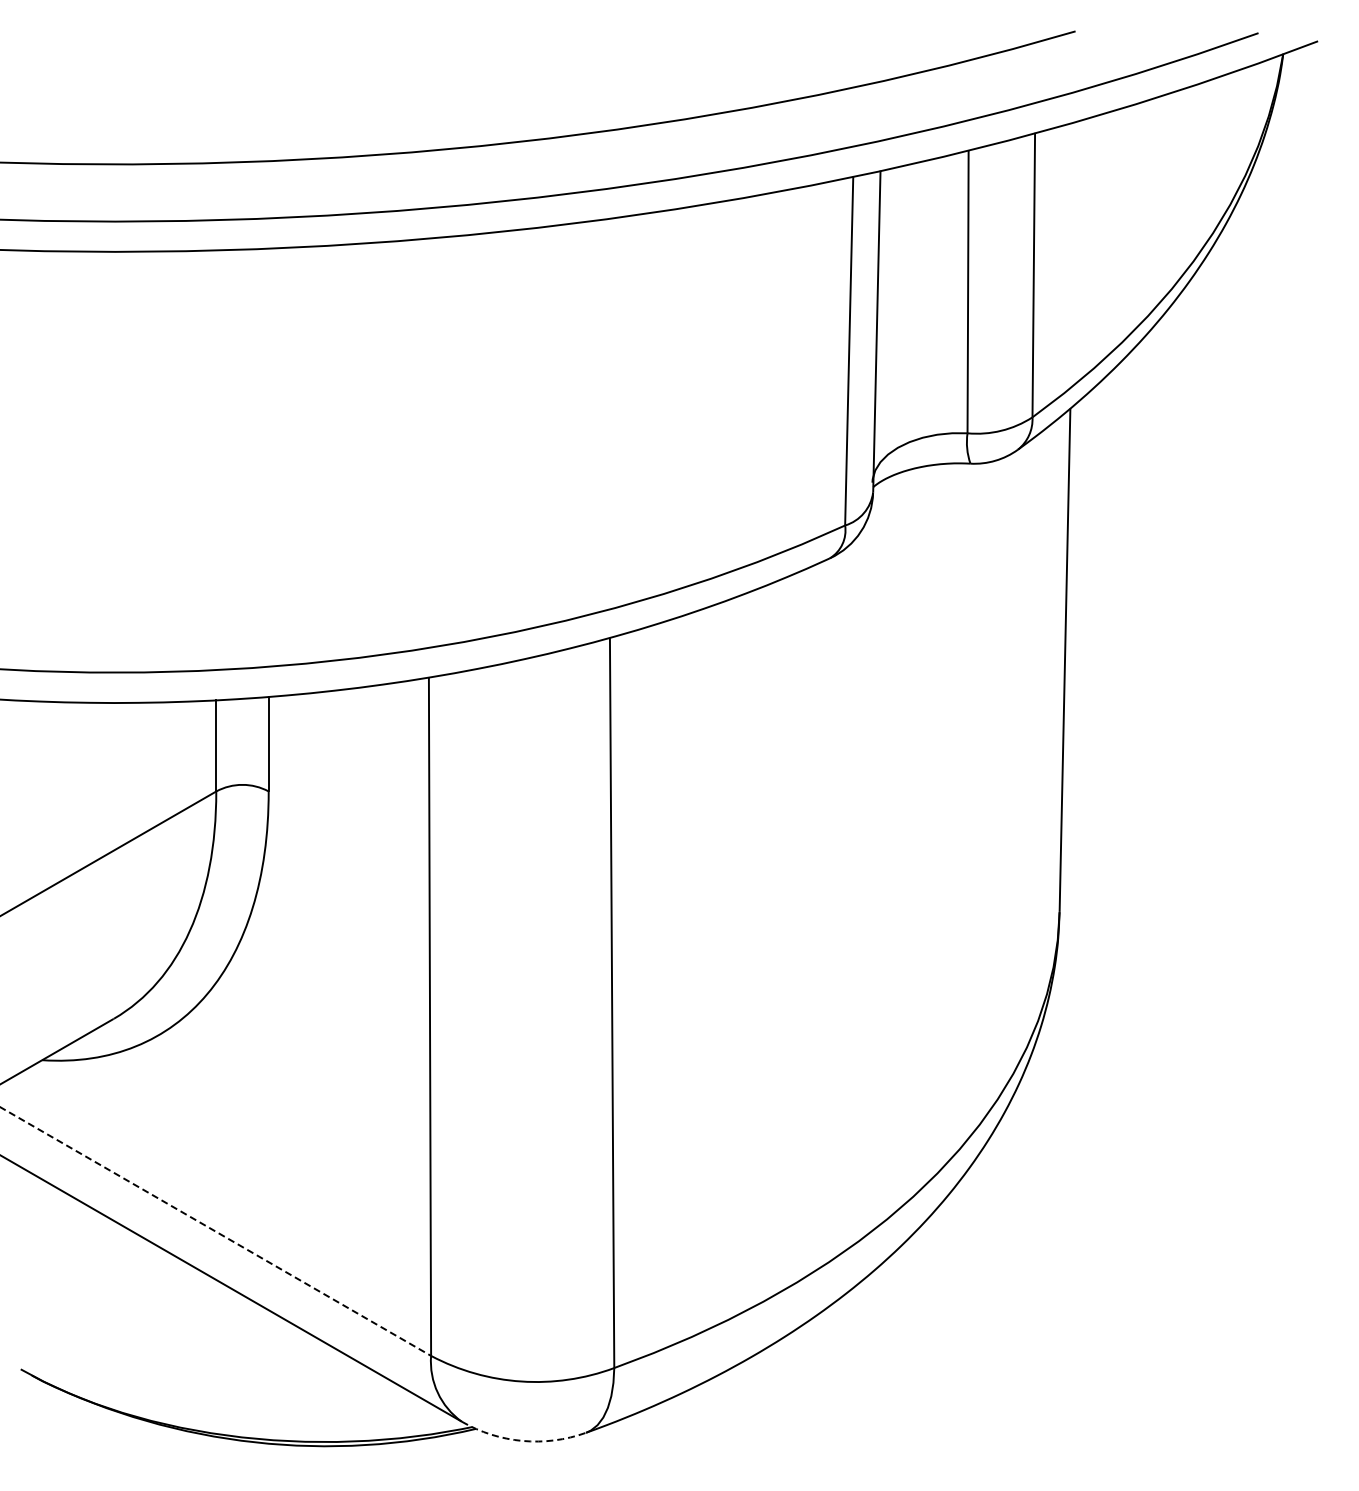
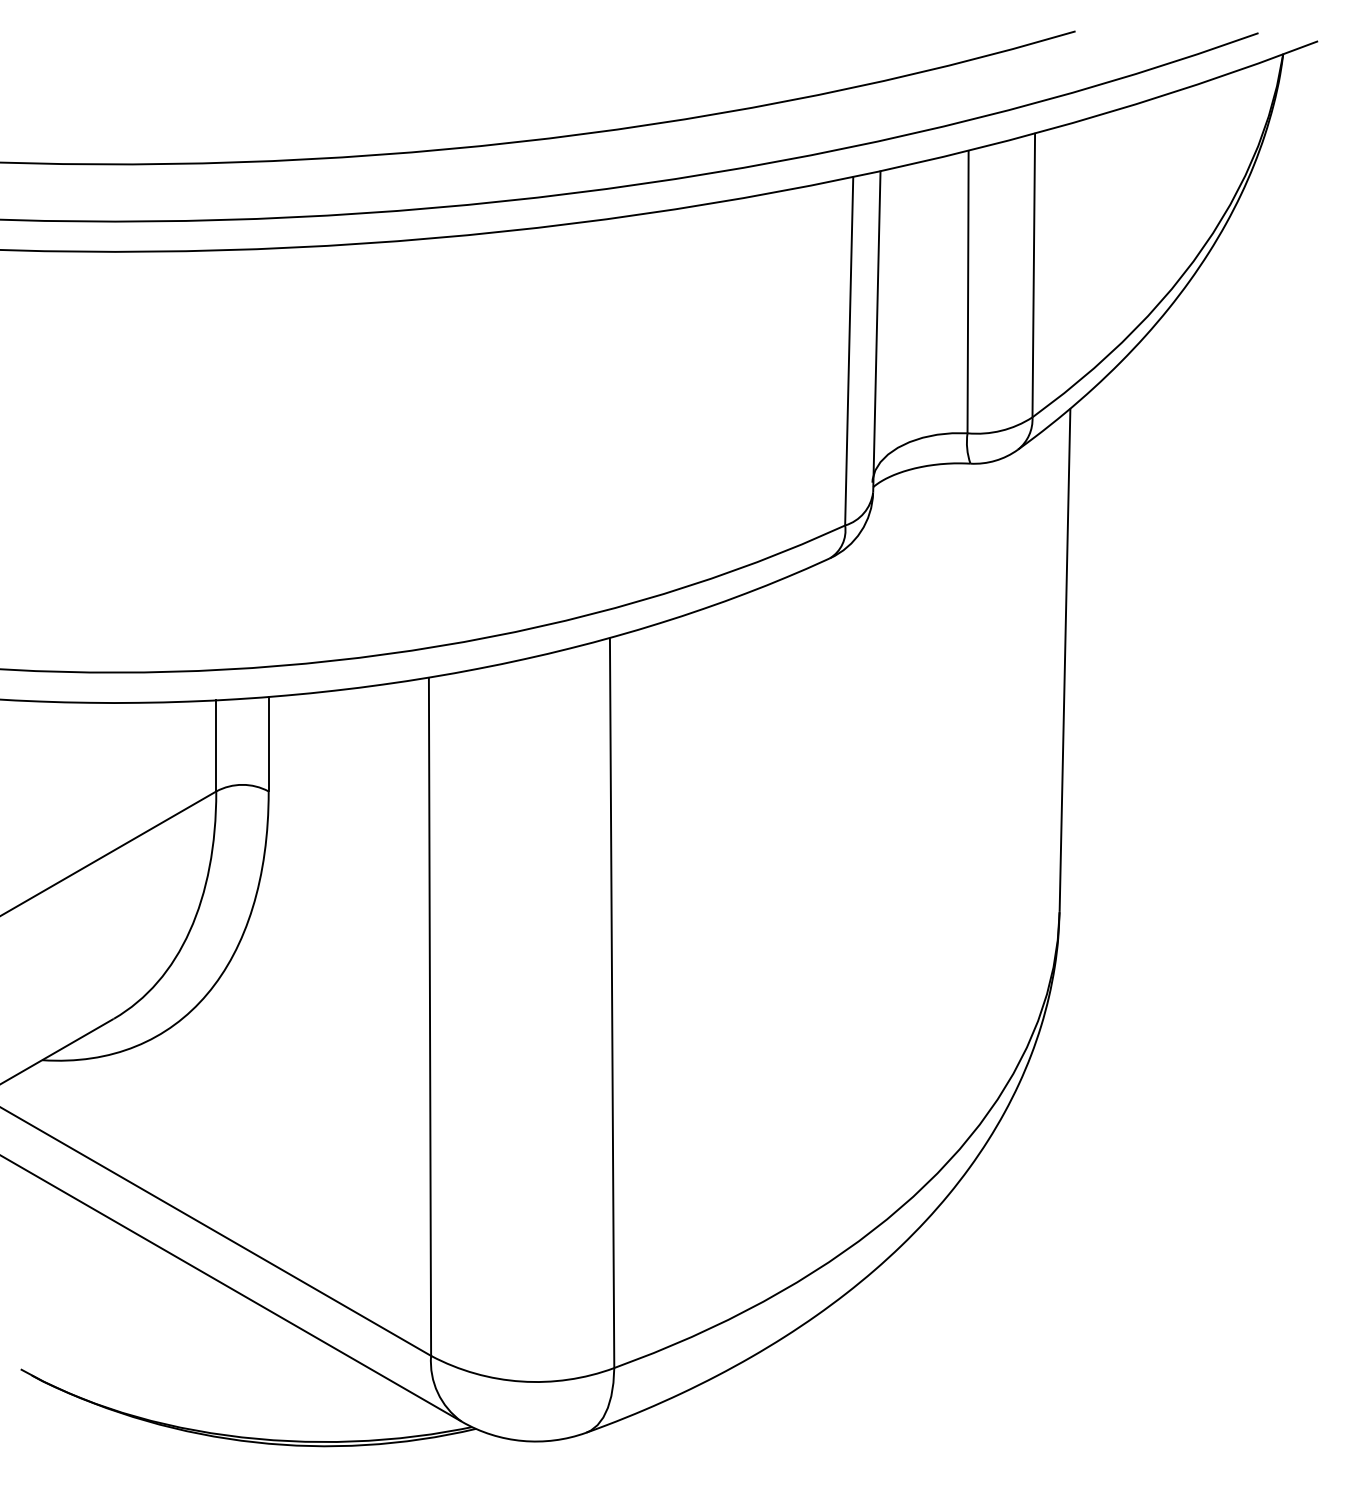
line at (215, 1231): dashed -> solid
arc at (522, 1440): dashed -> solid
